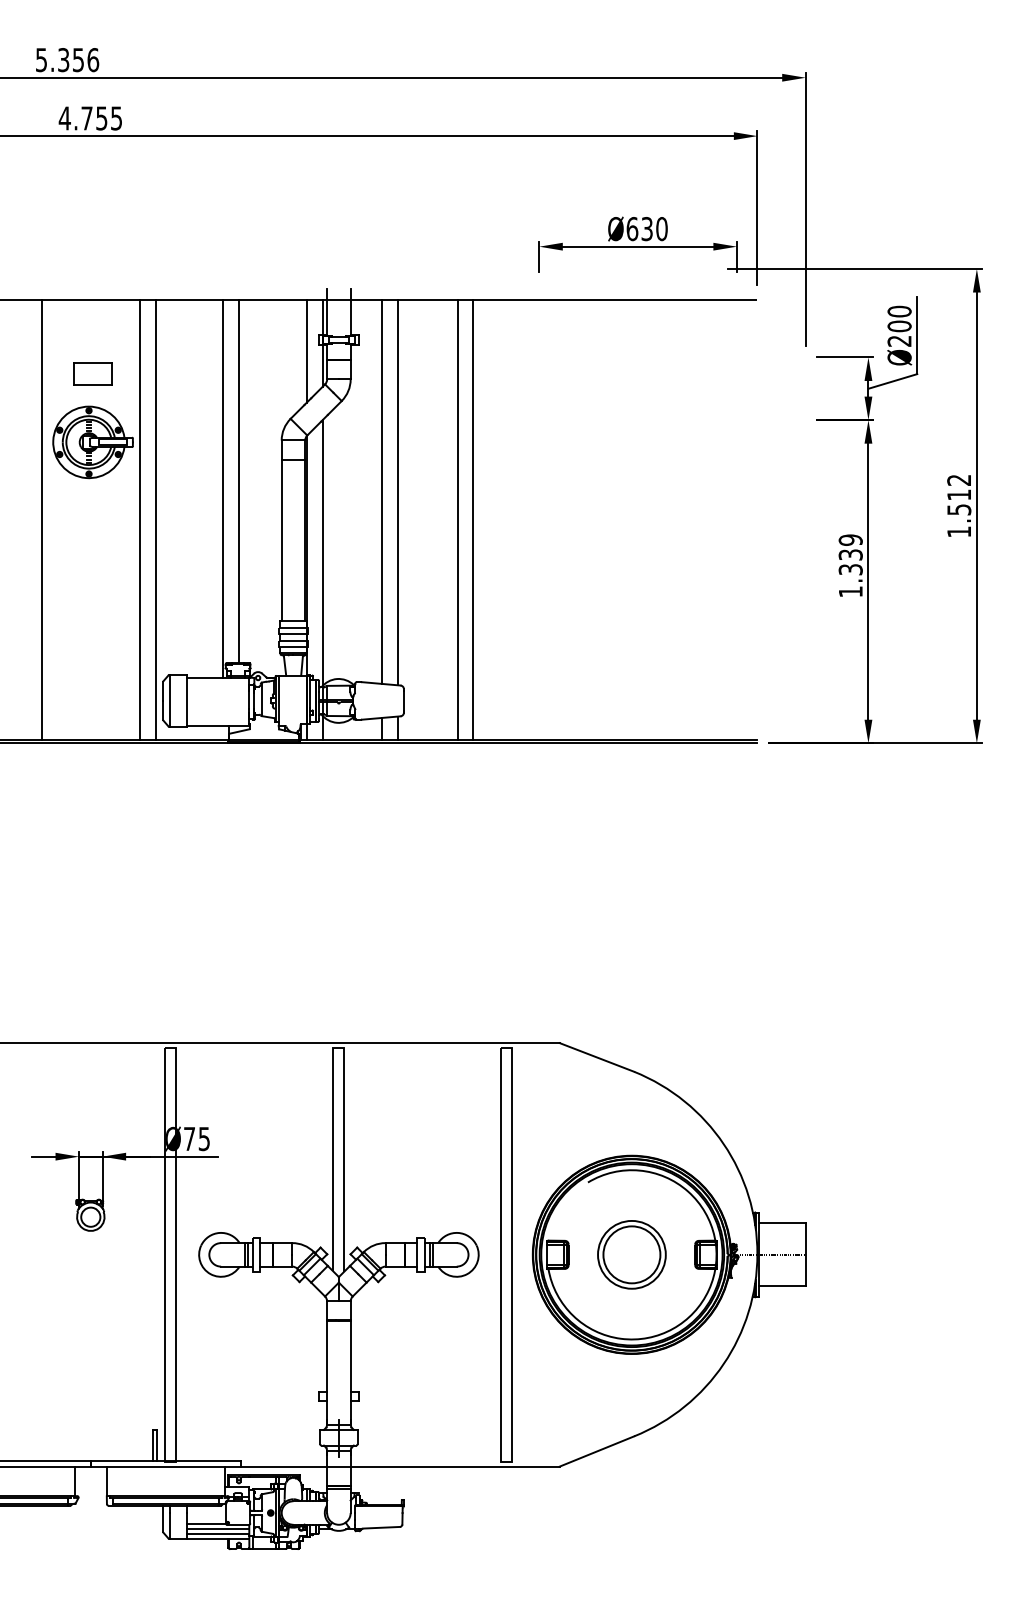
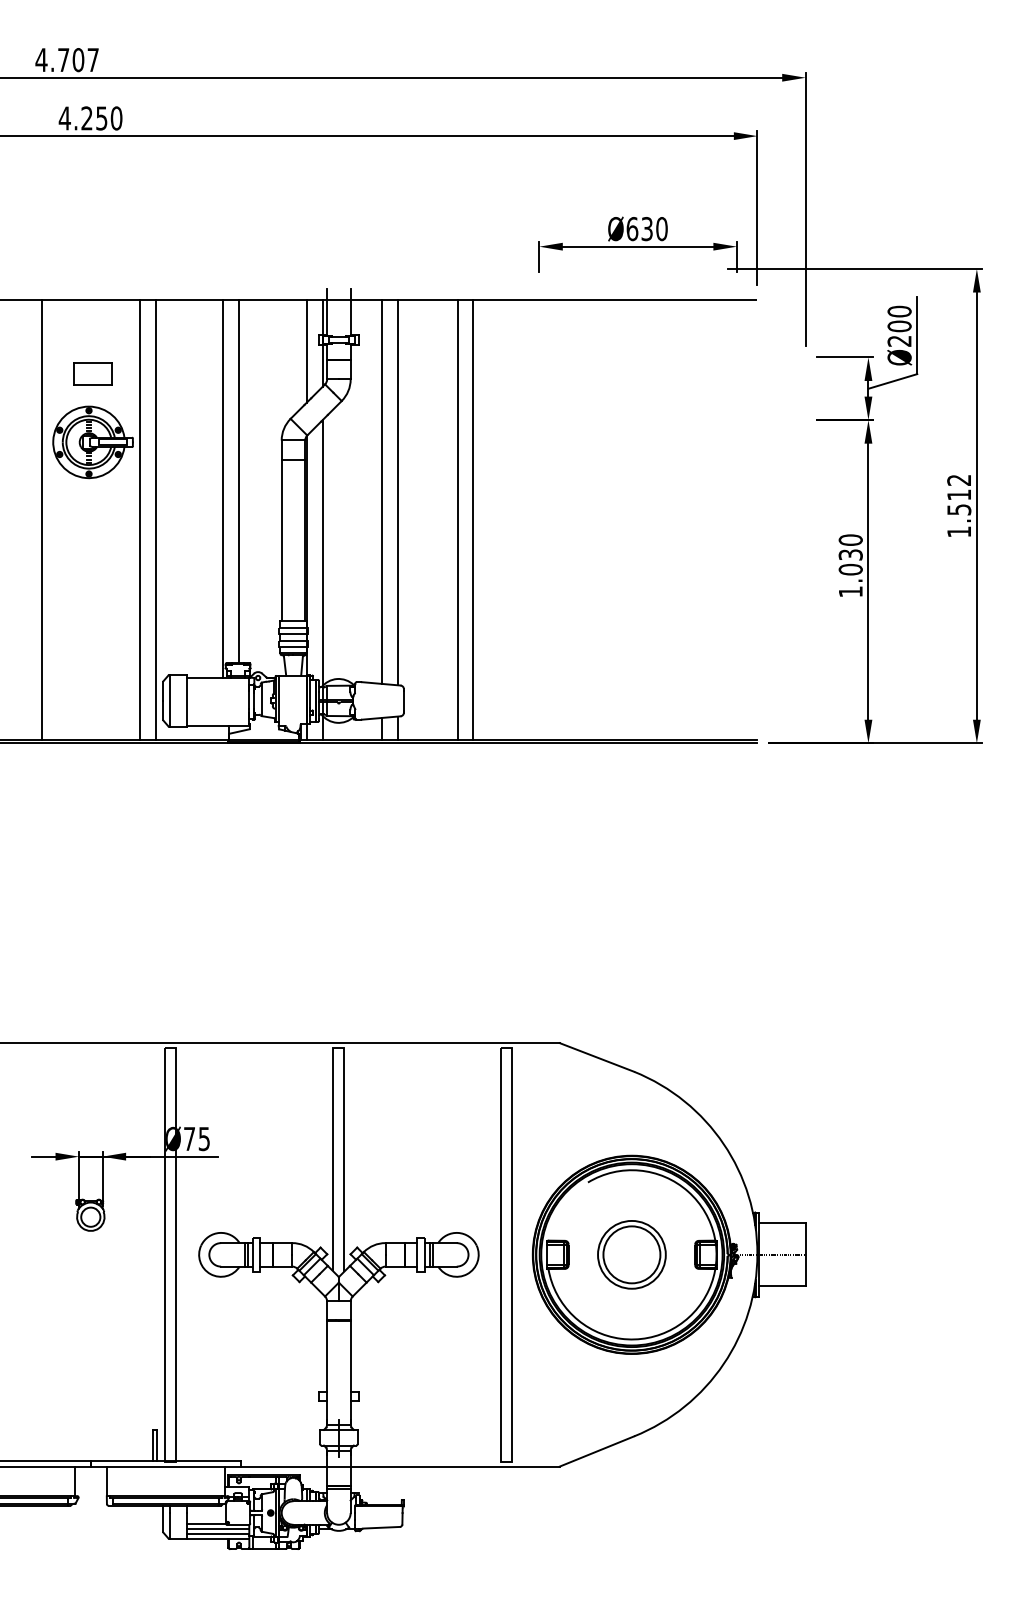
text at (67, 60): 5.356 -> 4.707
text at (101, 118): 4.755 -> 4.250
text at (850, 554): 1.339 -> 1.030
